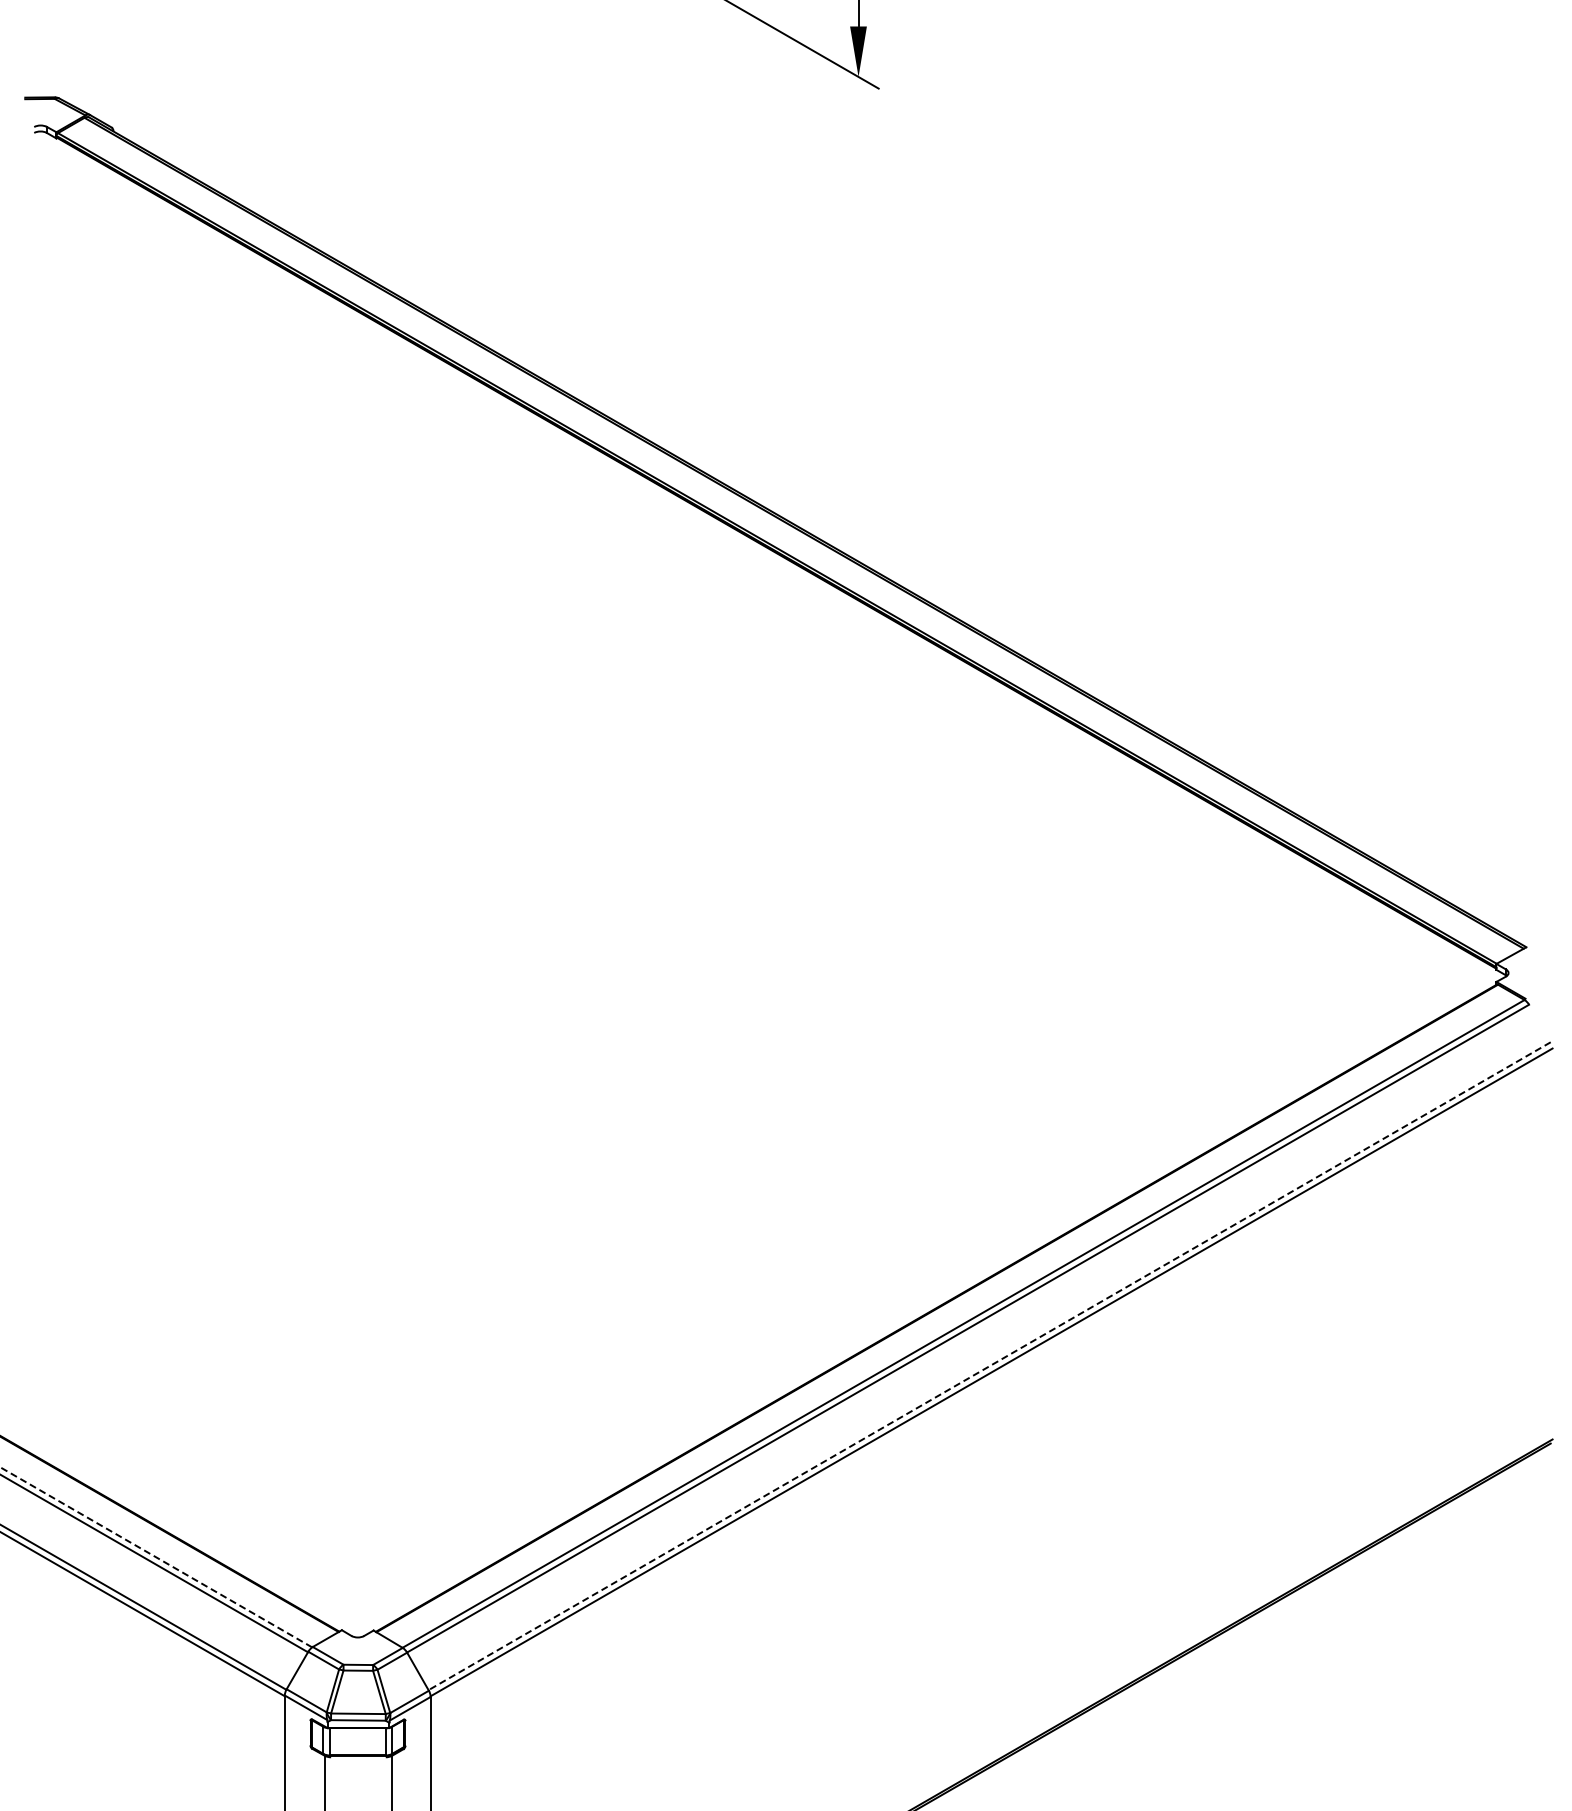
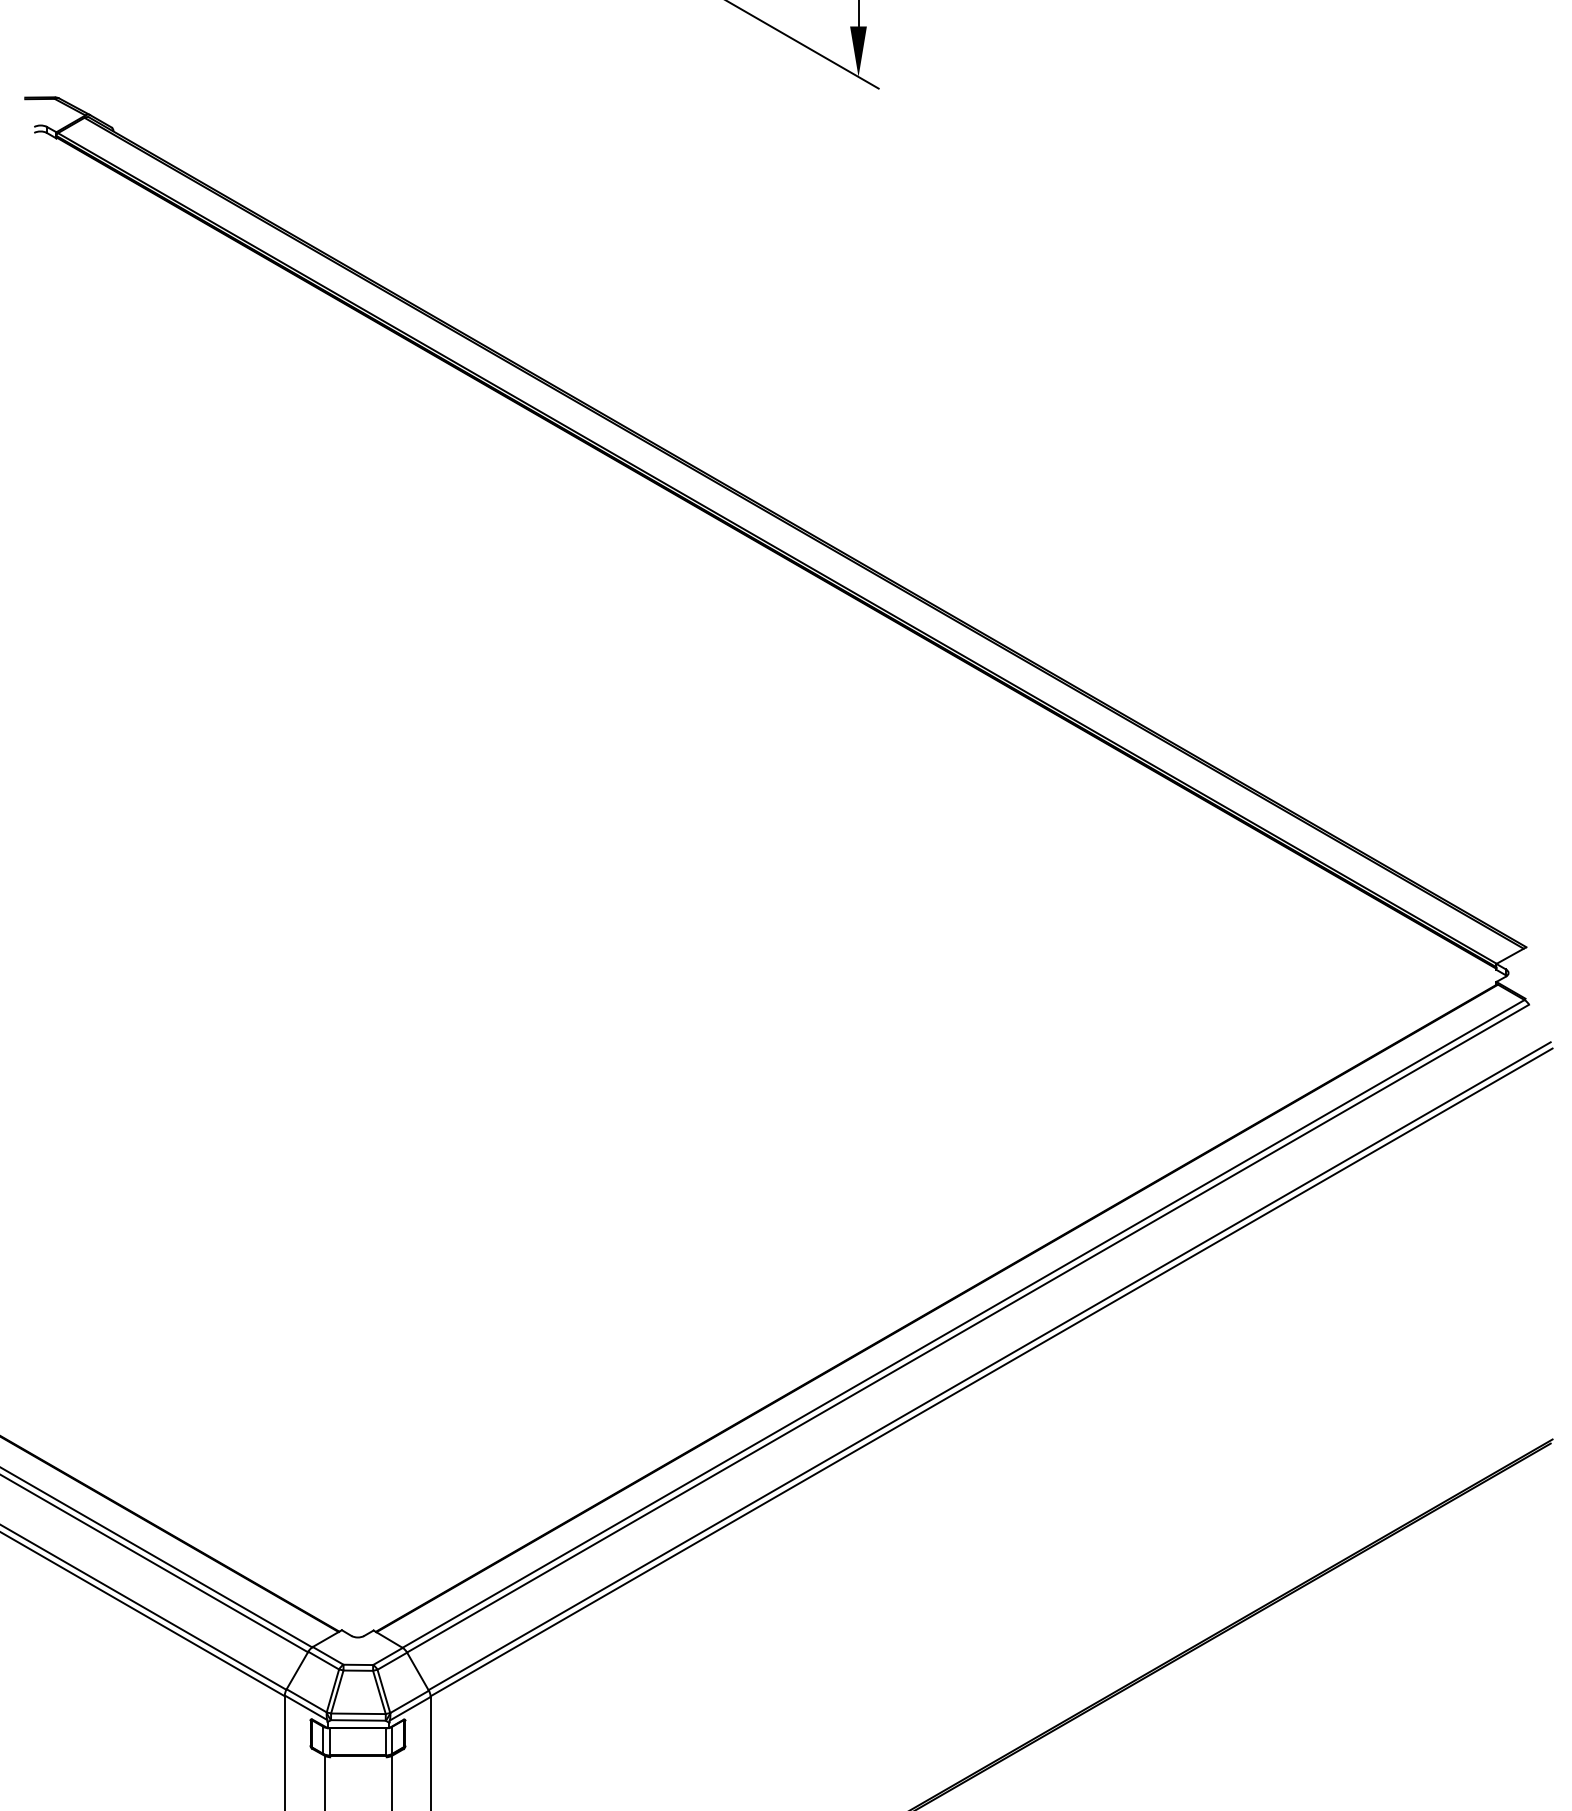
line at (989, 1366): dashed -> solid
line at (156, 1557): dashed -> solid
